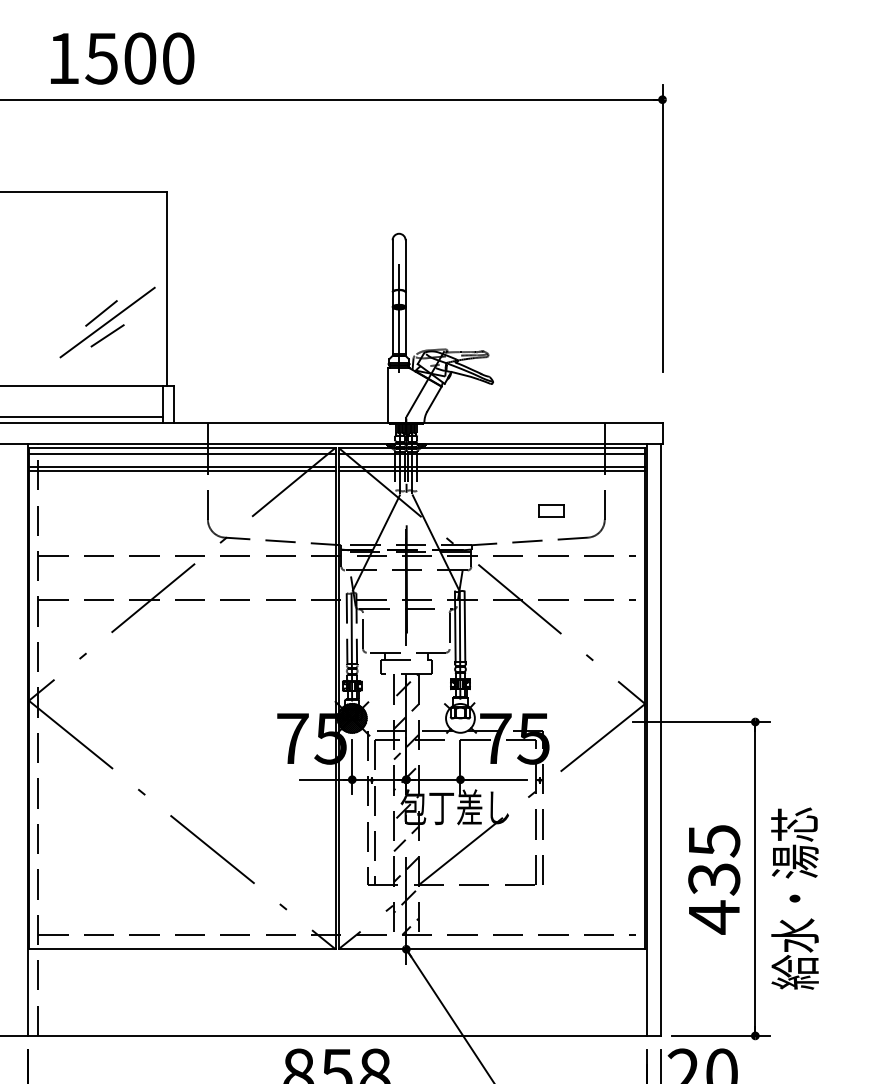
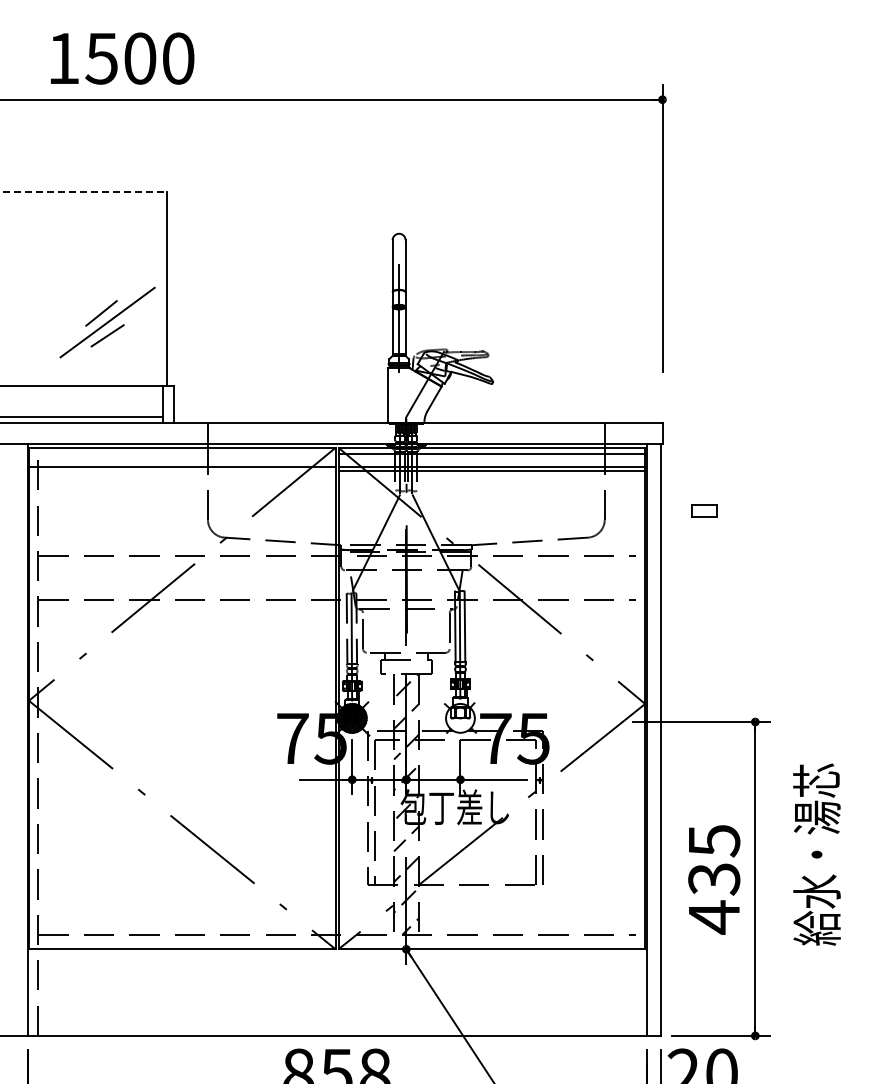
line at (83, 191): solid -> dashed
line at (181, 453): present -> none
line at (181, 470): present -> none
part at (551, 510) position: (551, 510) -> (704, 510)
text at (794, 898) position: (794, 898) -> (816, 854)
